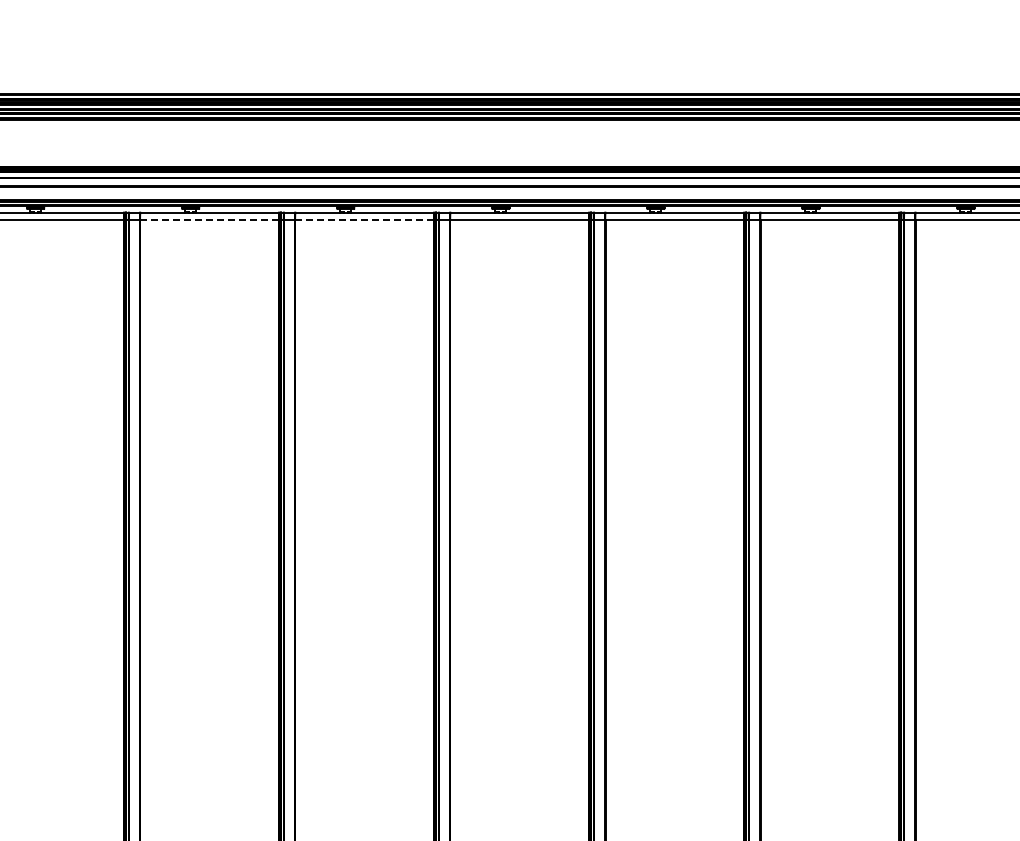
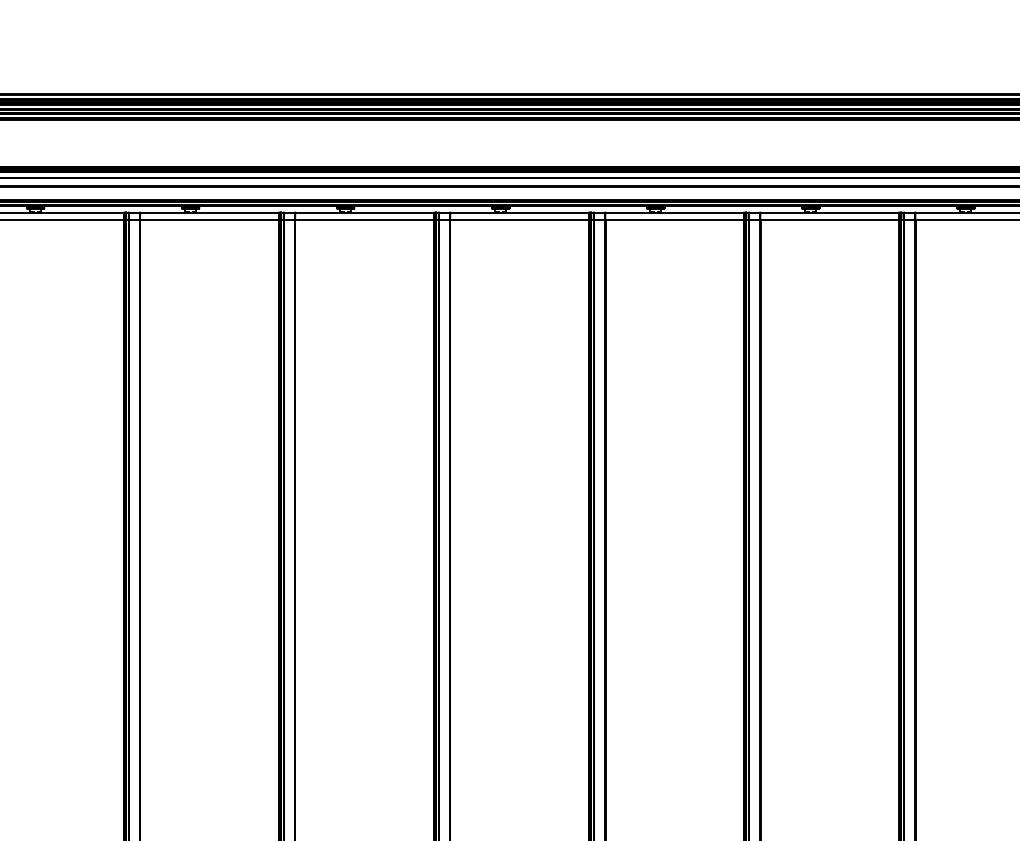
line at (210, 219): dashed -> solid
line at (365, 219): dashed -> solid
